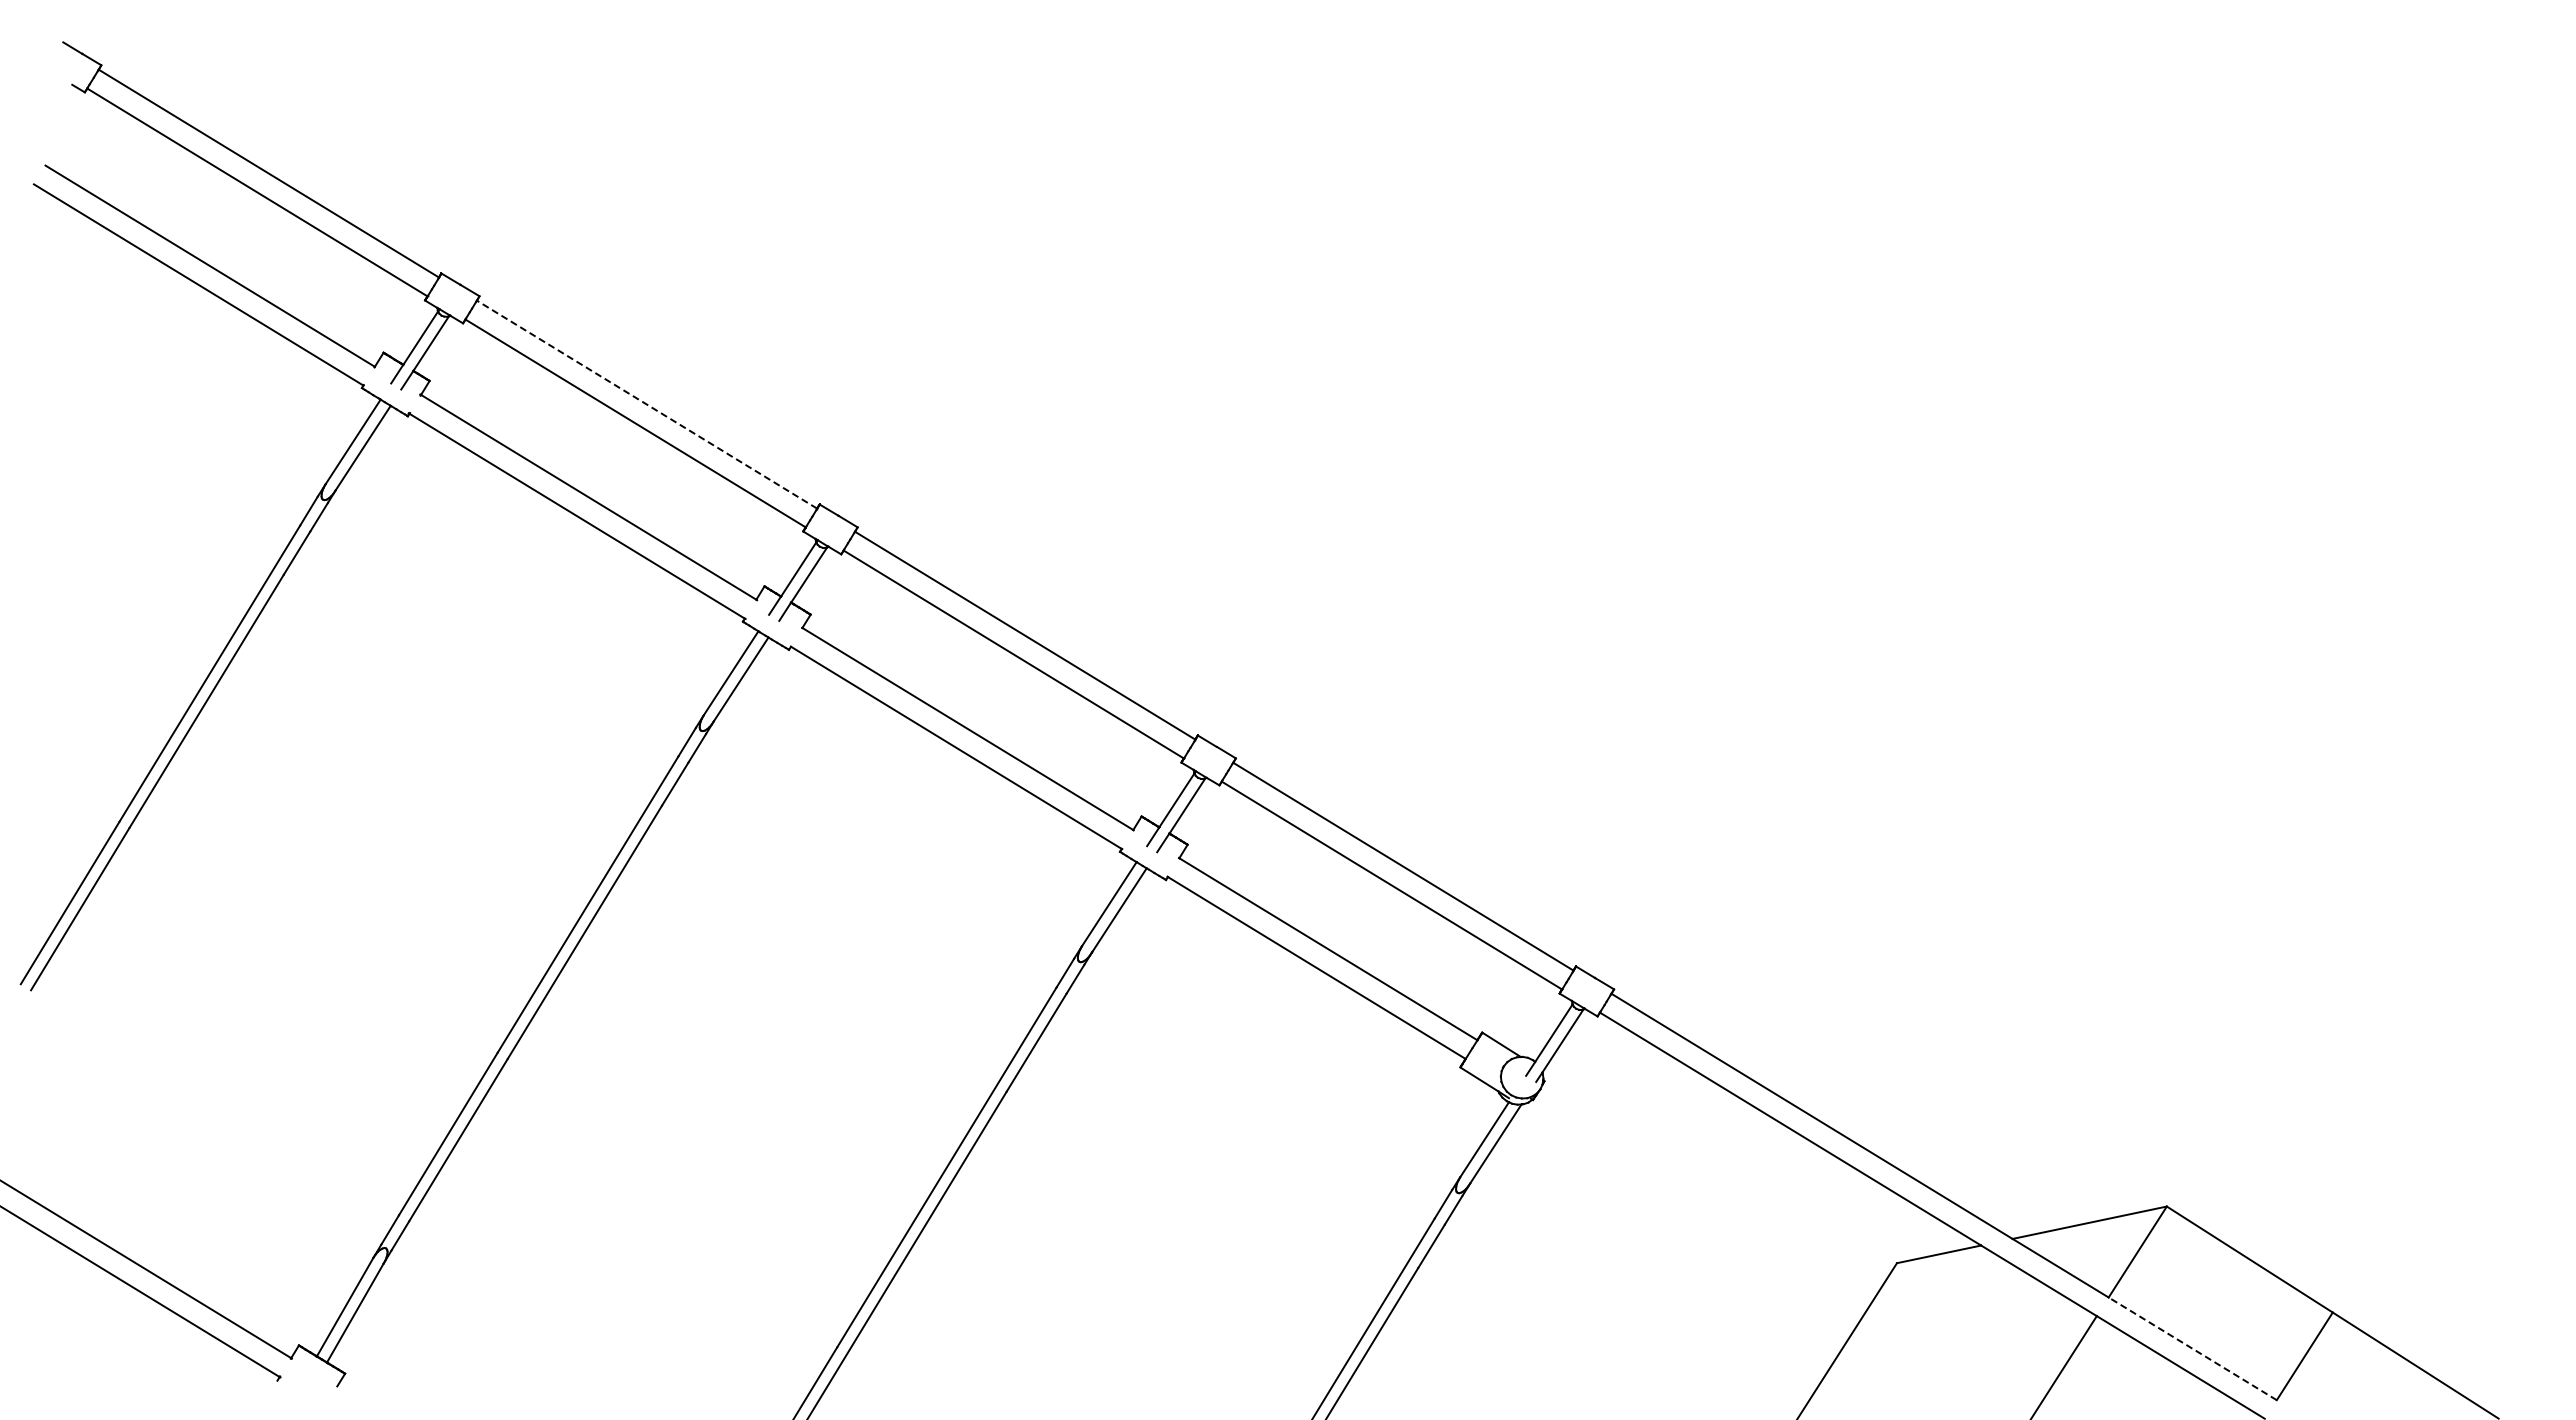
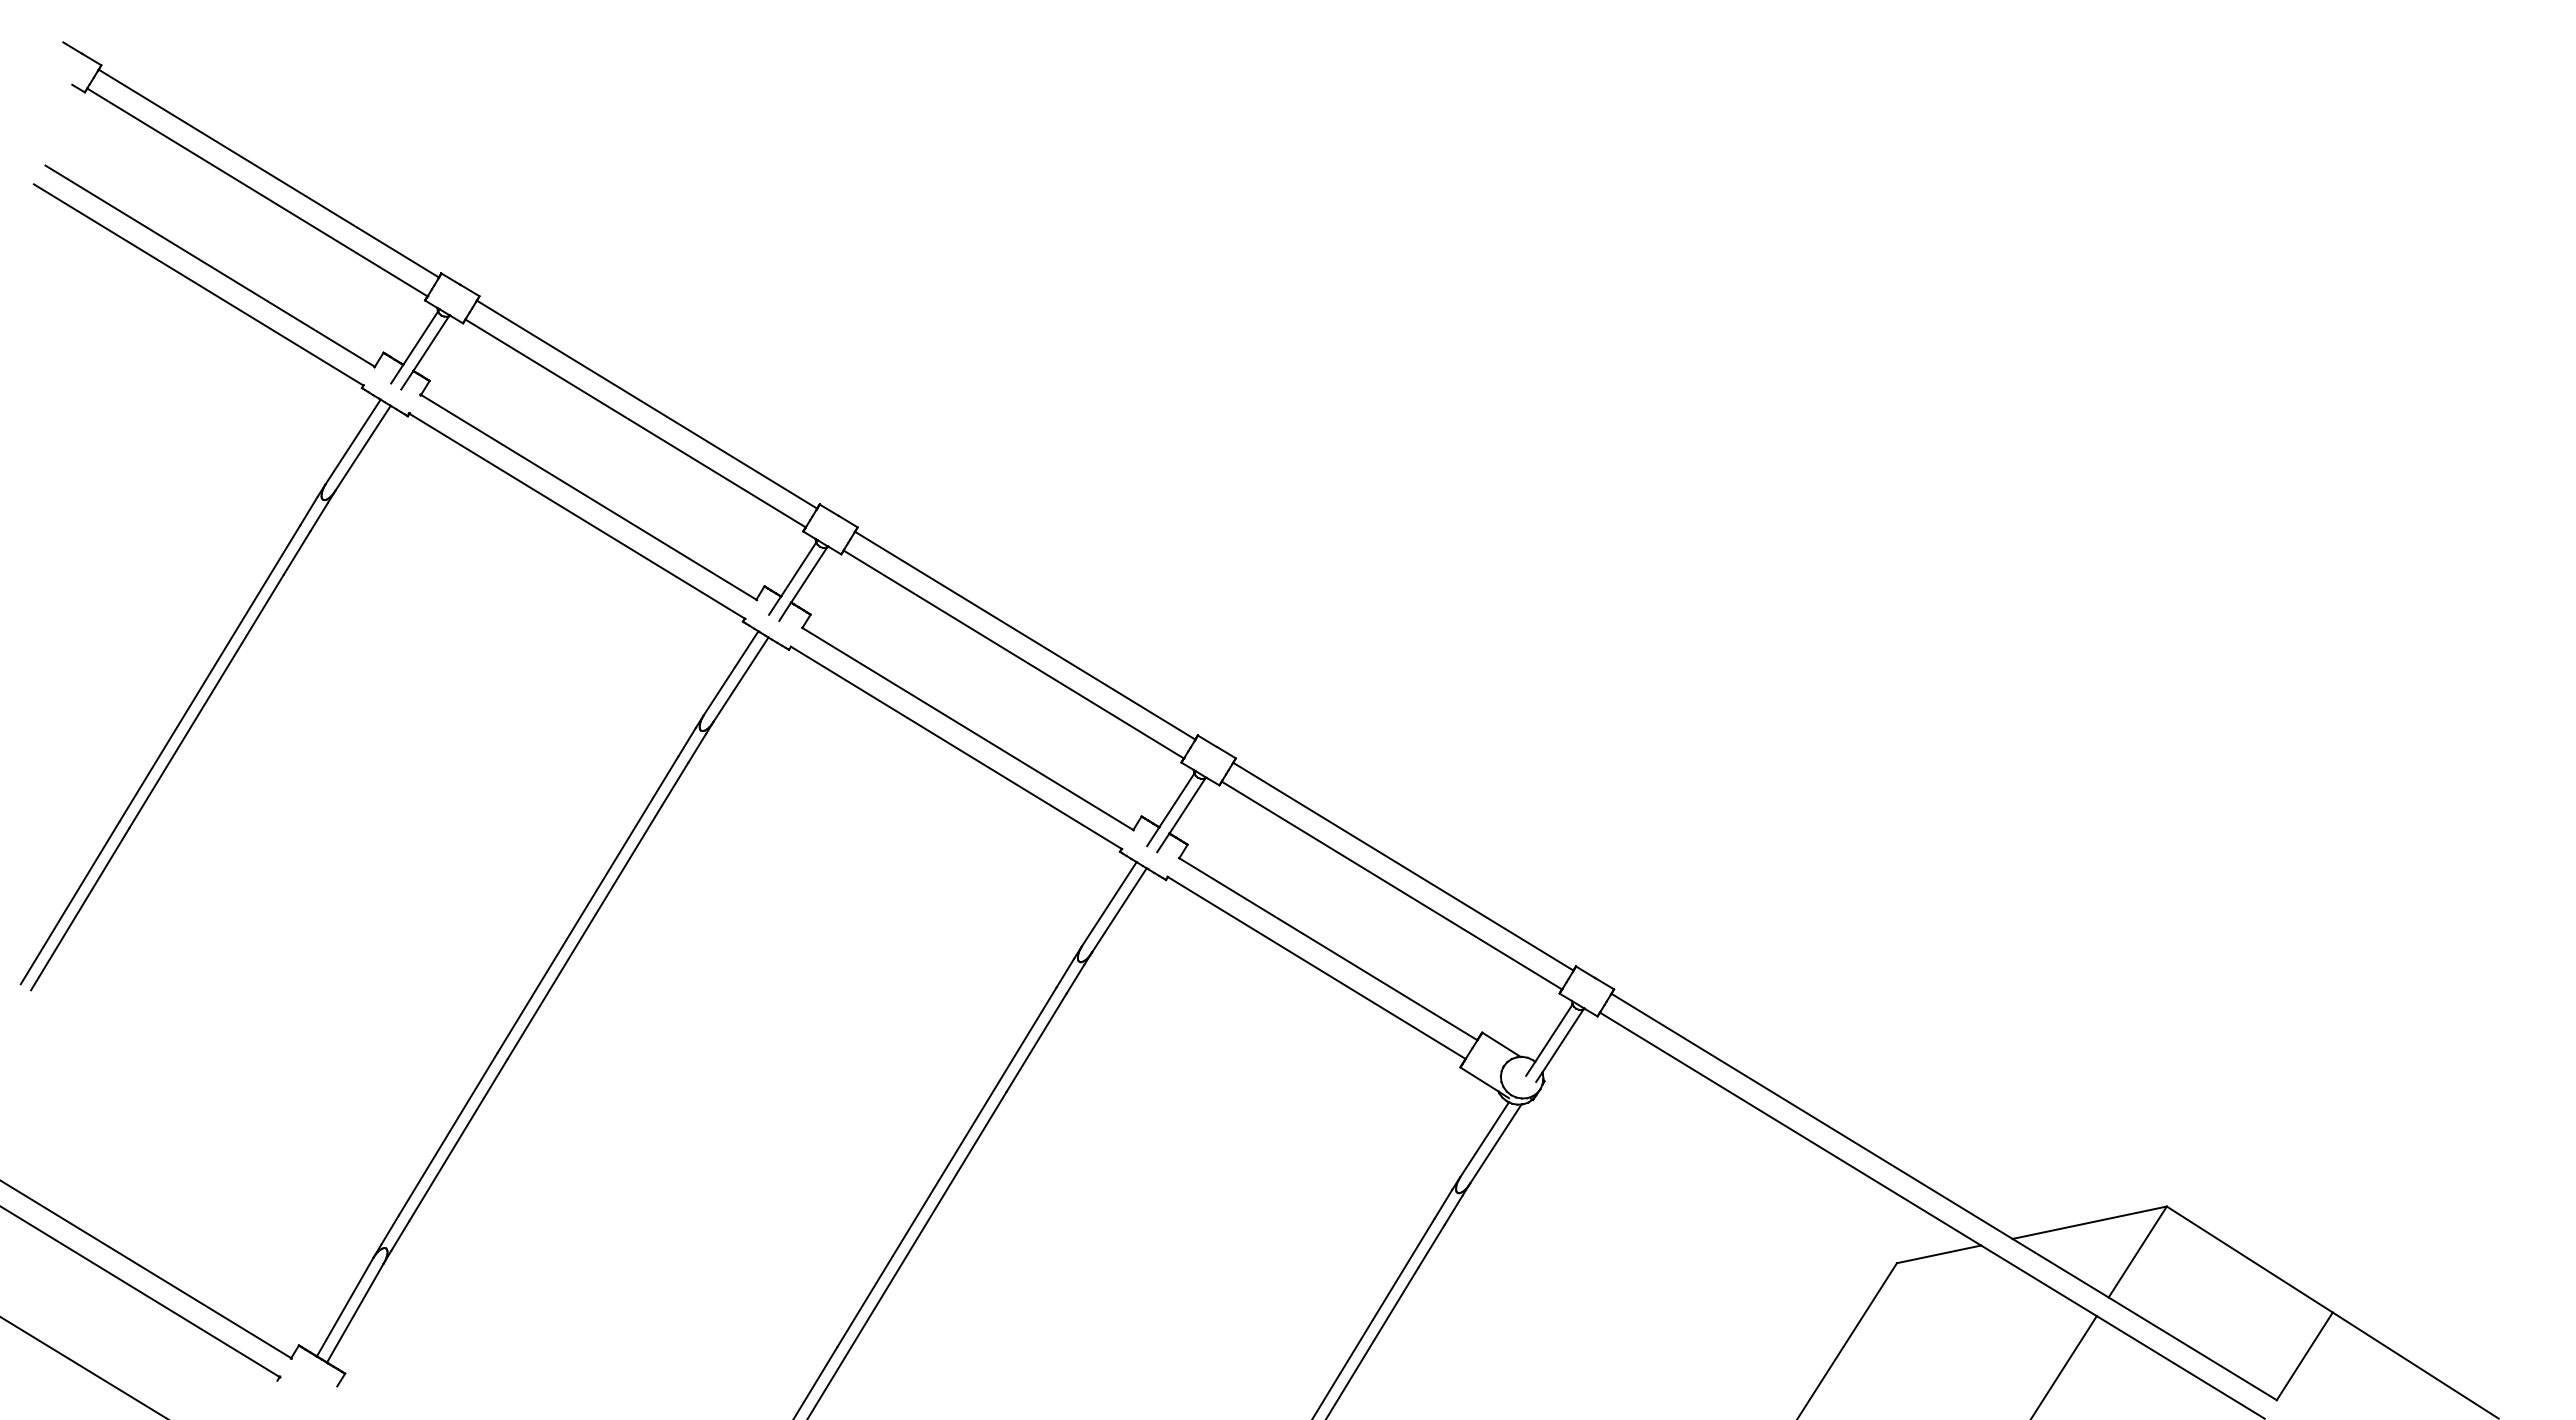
line at (646, 404): dashed -> solid
line at (2192, 1348): dashed -> solid
line at (83, 1367): none -> present
